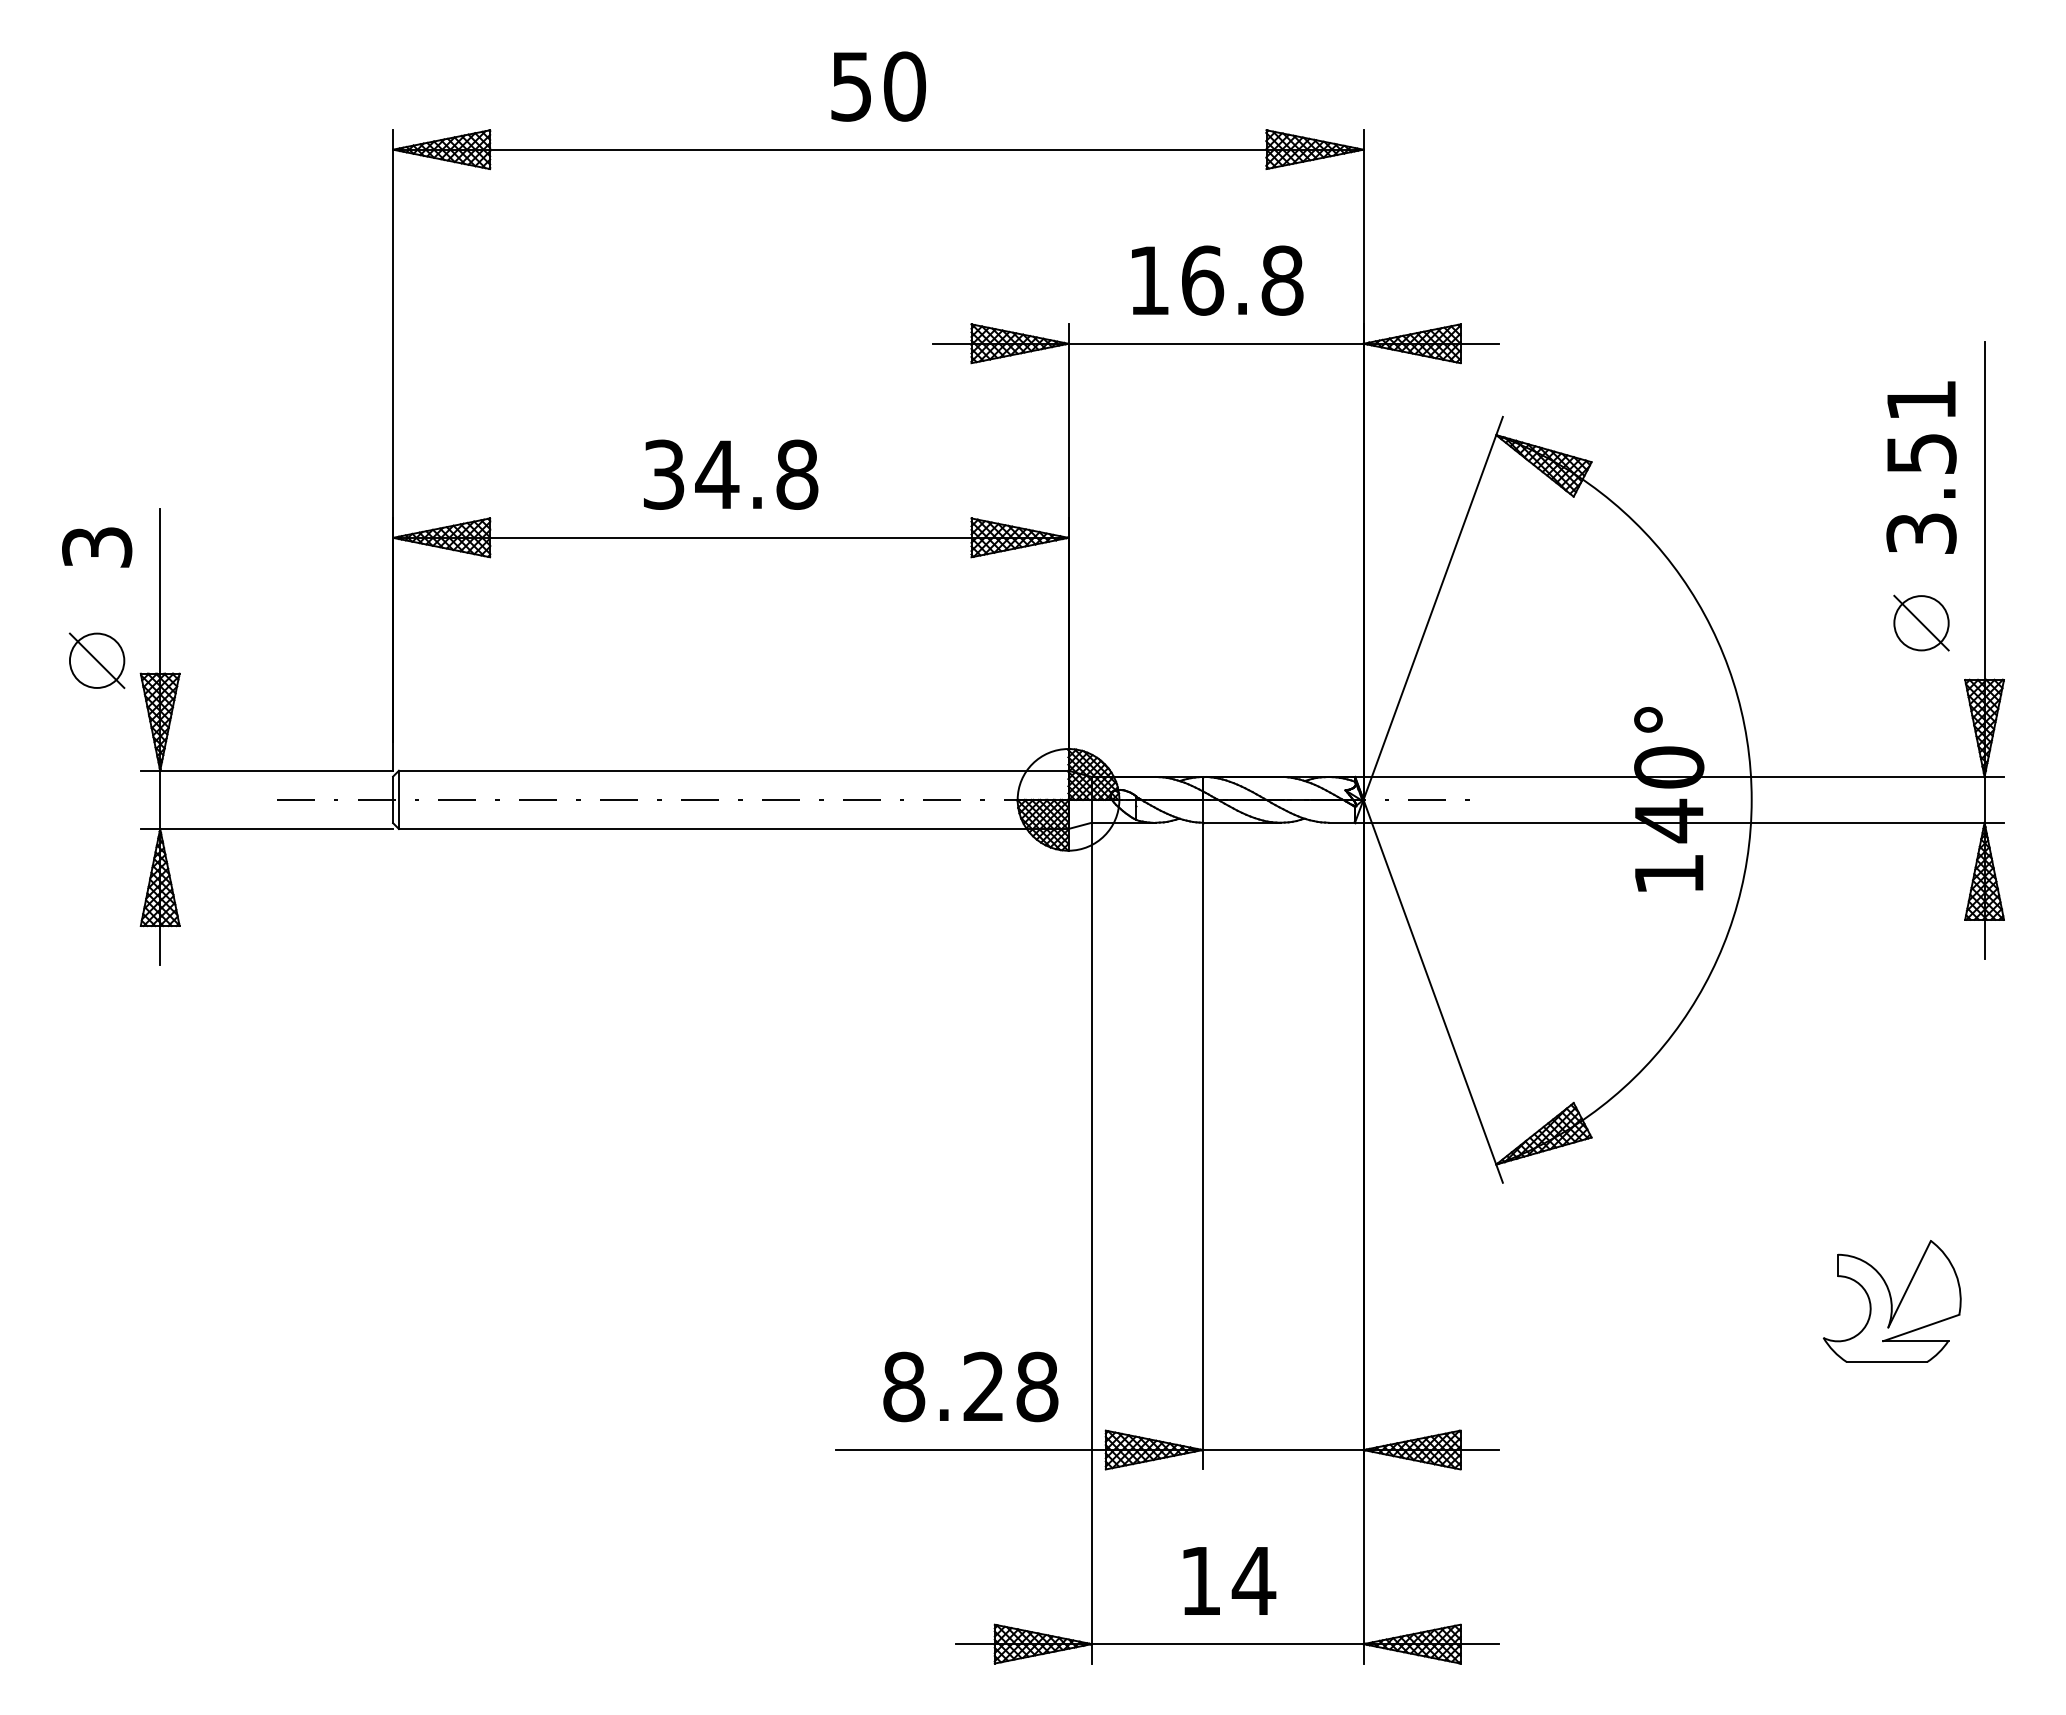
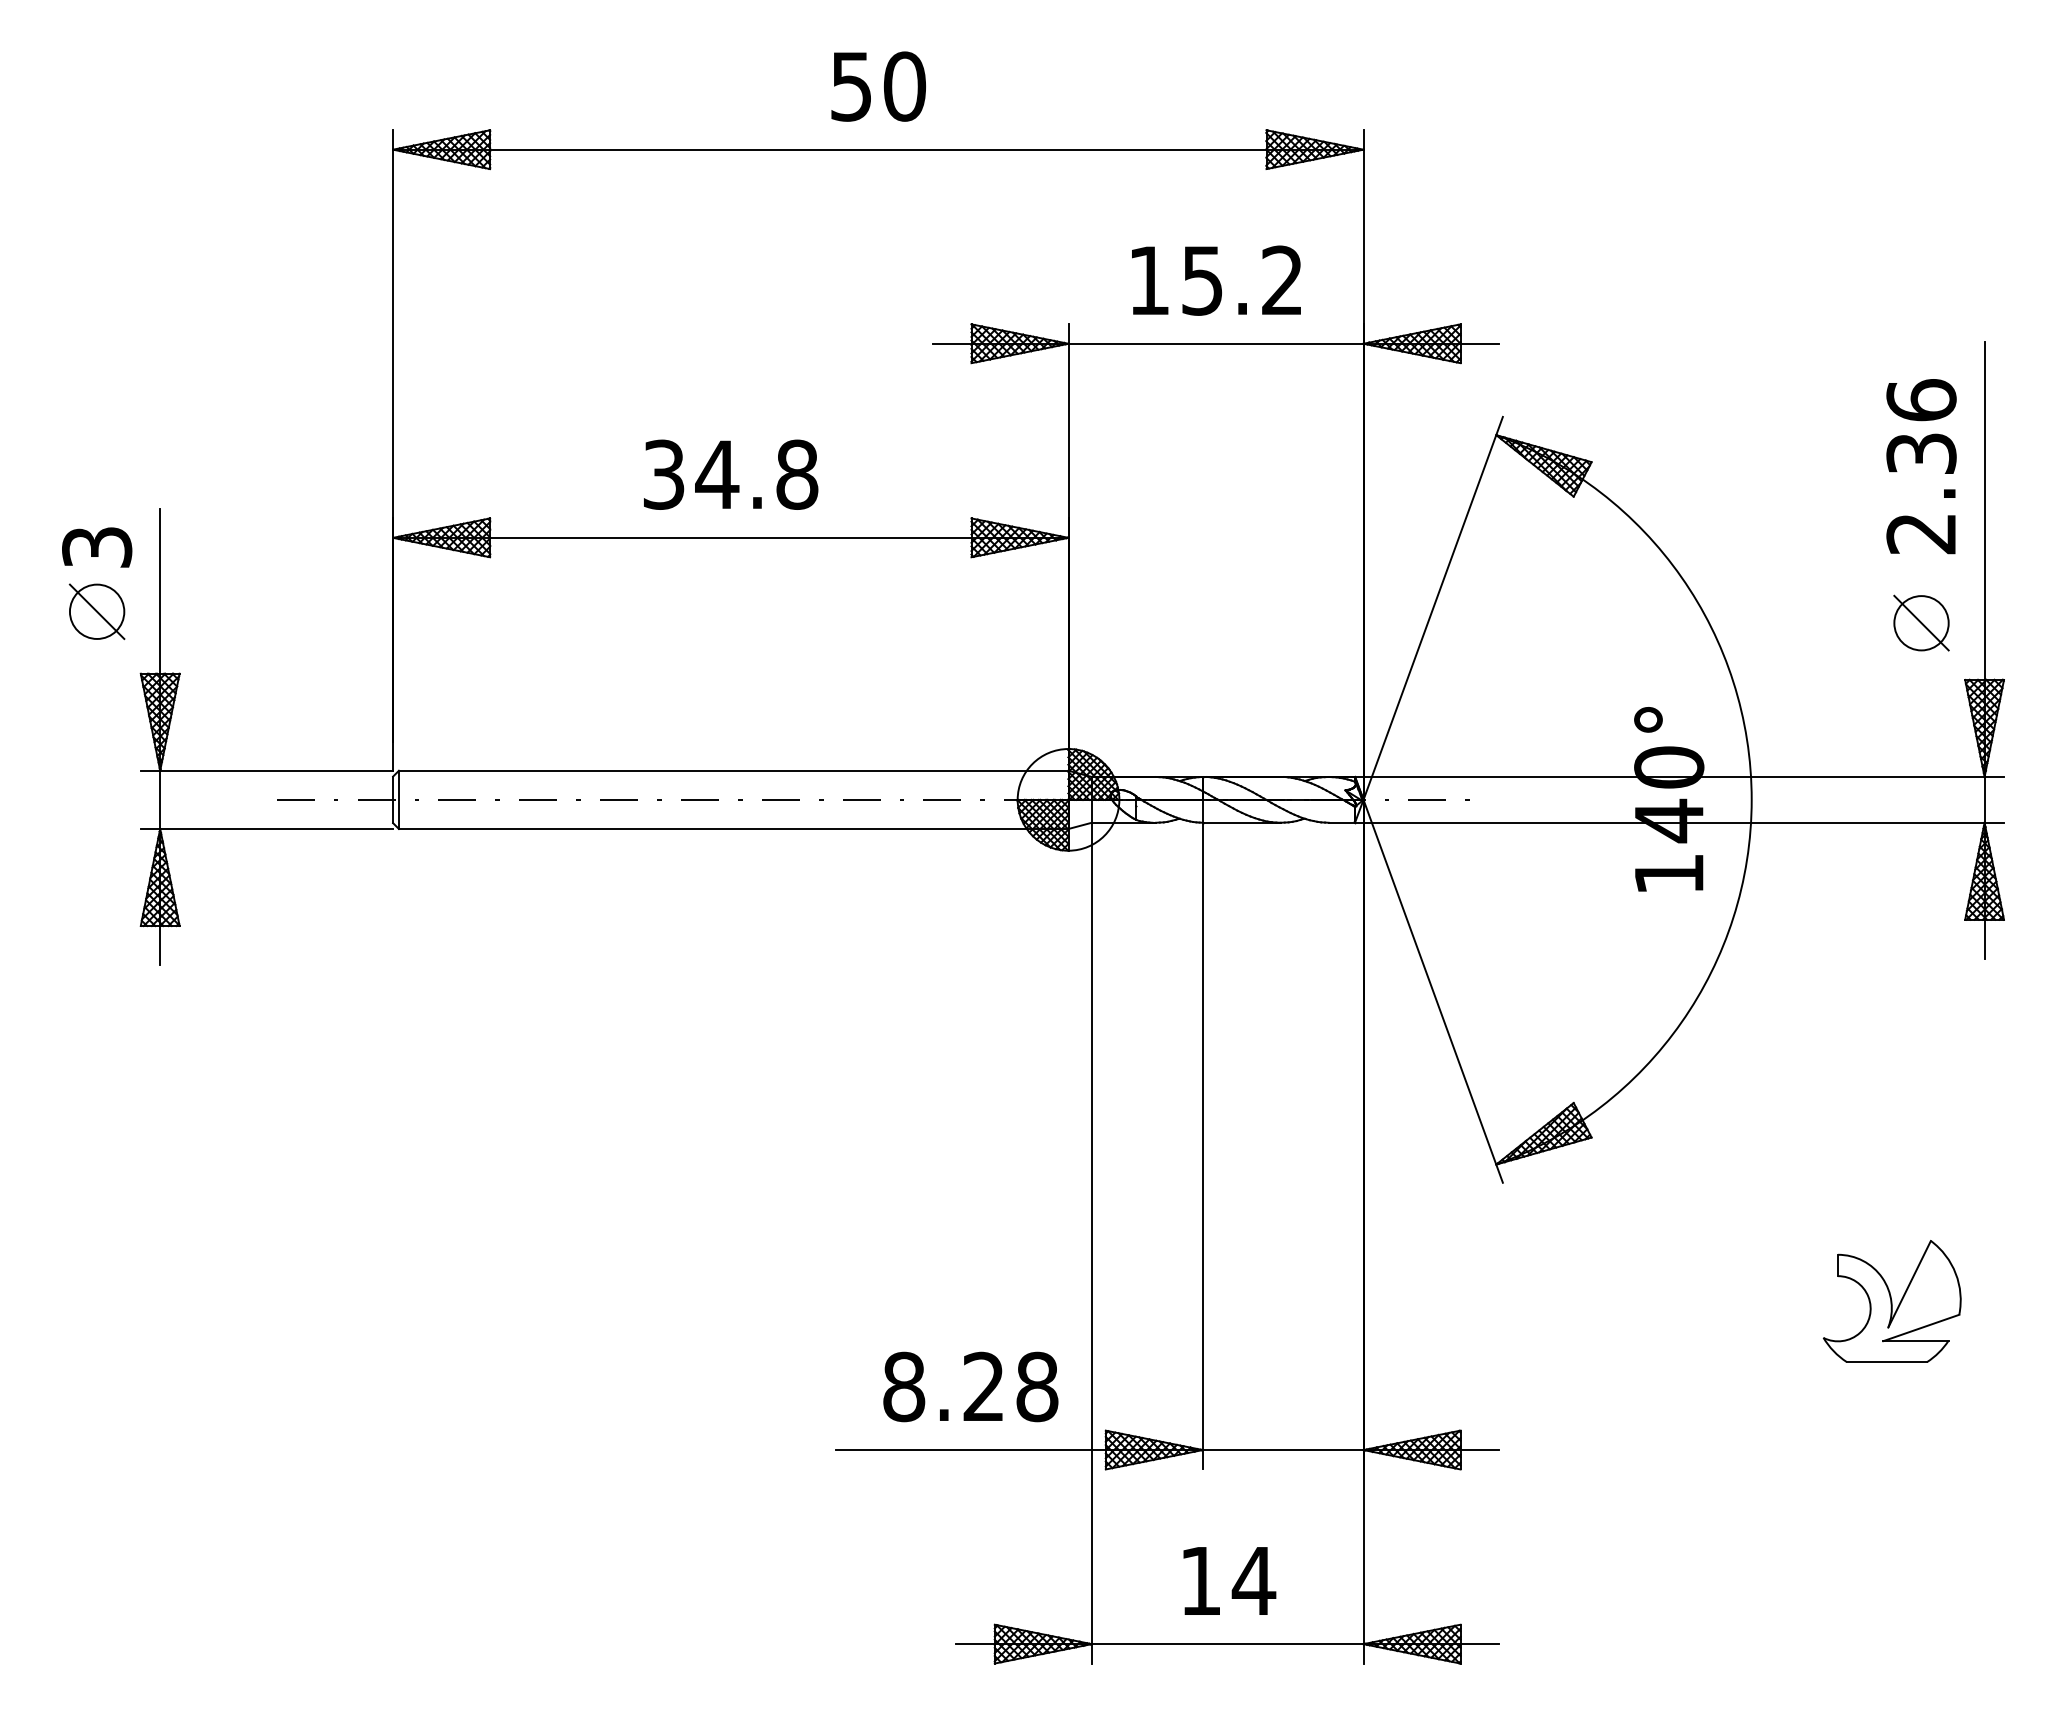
text at (1242, 280): 16.8 -> 15.2
text at (1921, 466): 3.51 -> 2.36
part at (96, 660) position: (96, 660) -> (96, 611)
